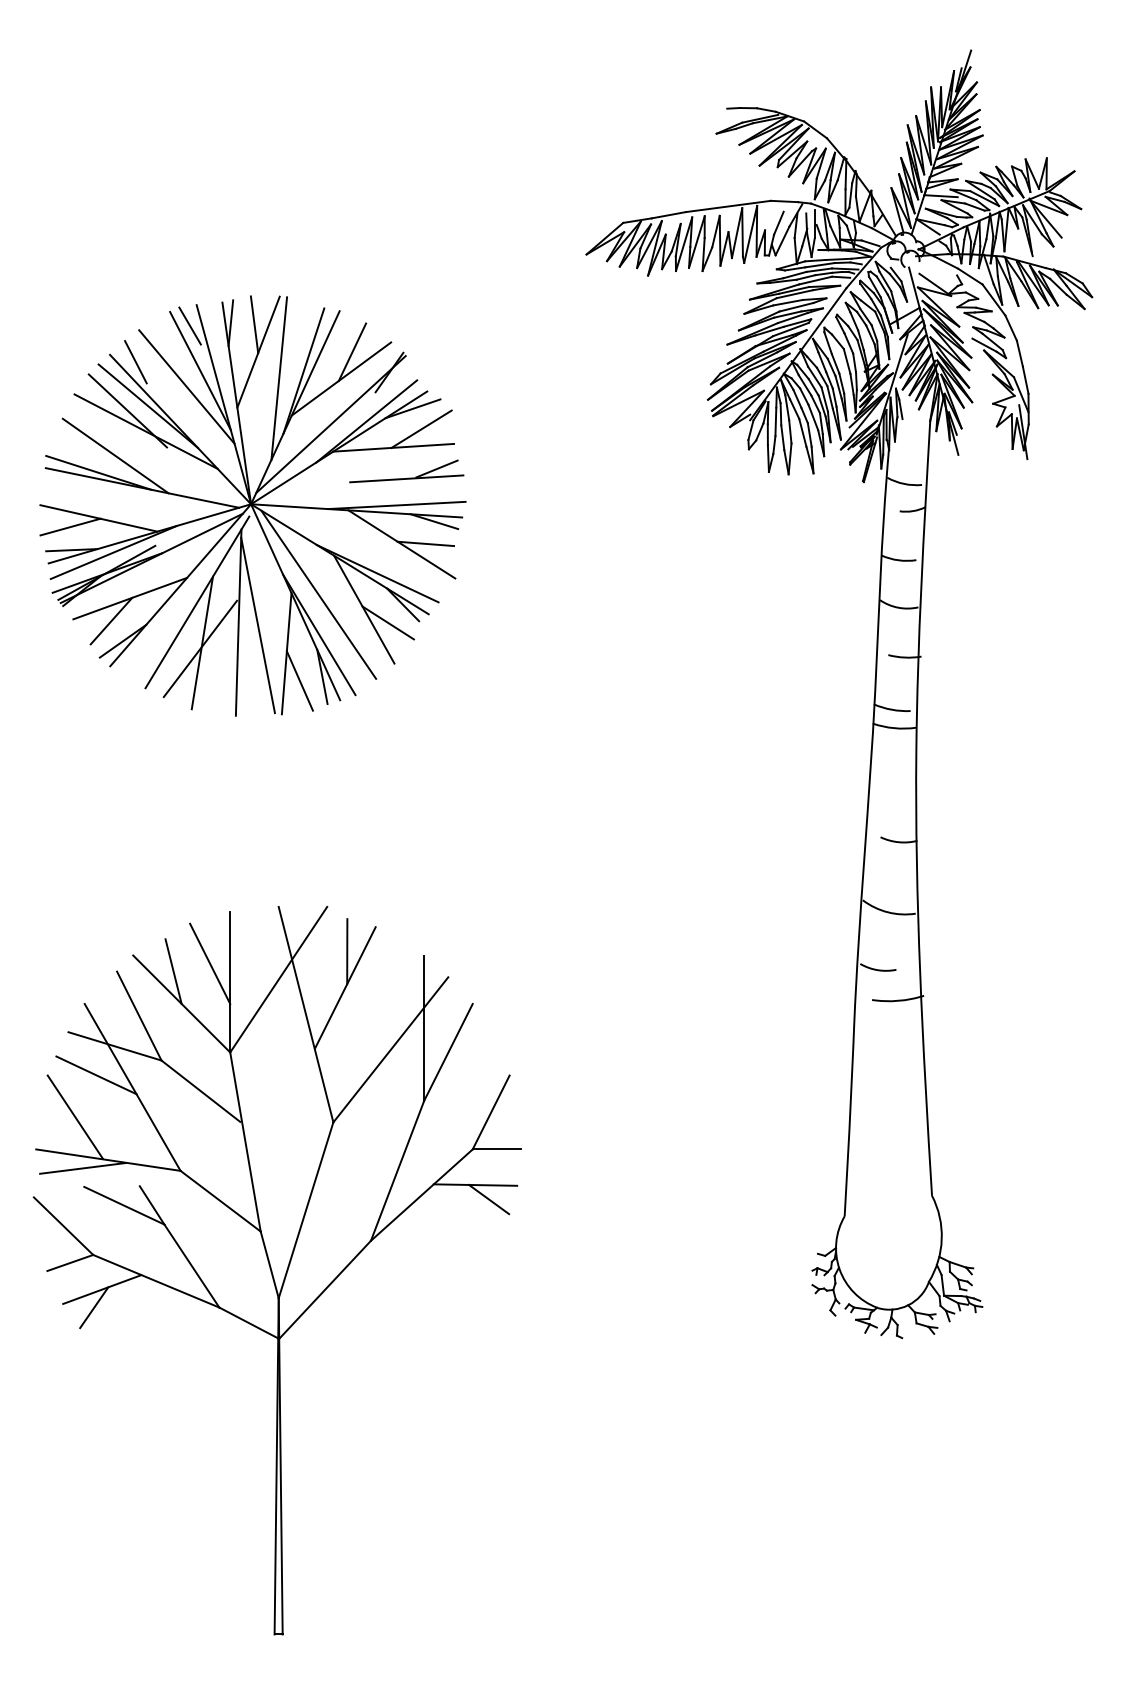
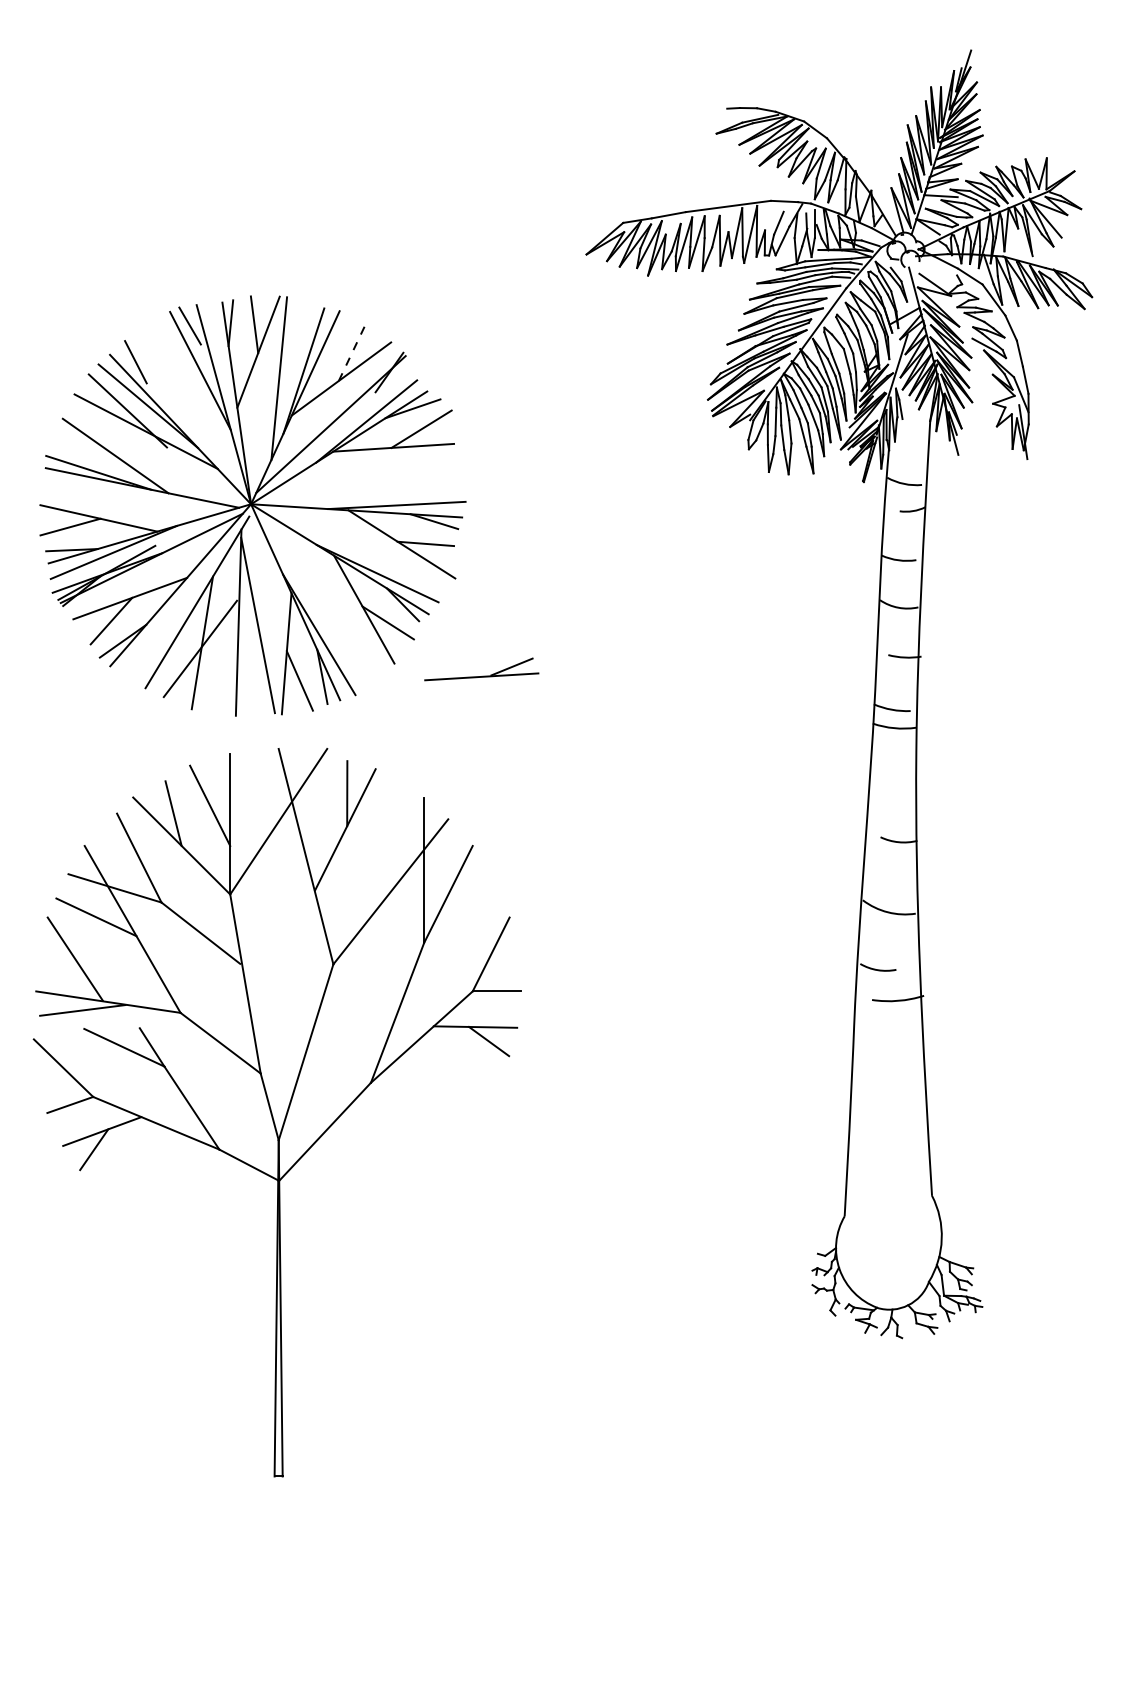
line at (352, 352): solid -> dashed
line at (186, 386): present -> none
part at (407, 477) position: (407, 477) -> (482, 675)
line at (318, 594): present -> none
part at (276, 1270) position: (276, 1270) -> (276, 1112)
